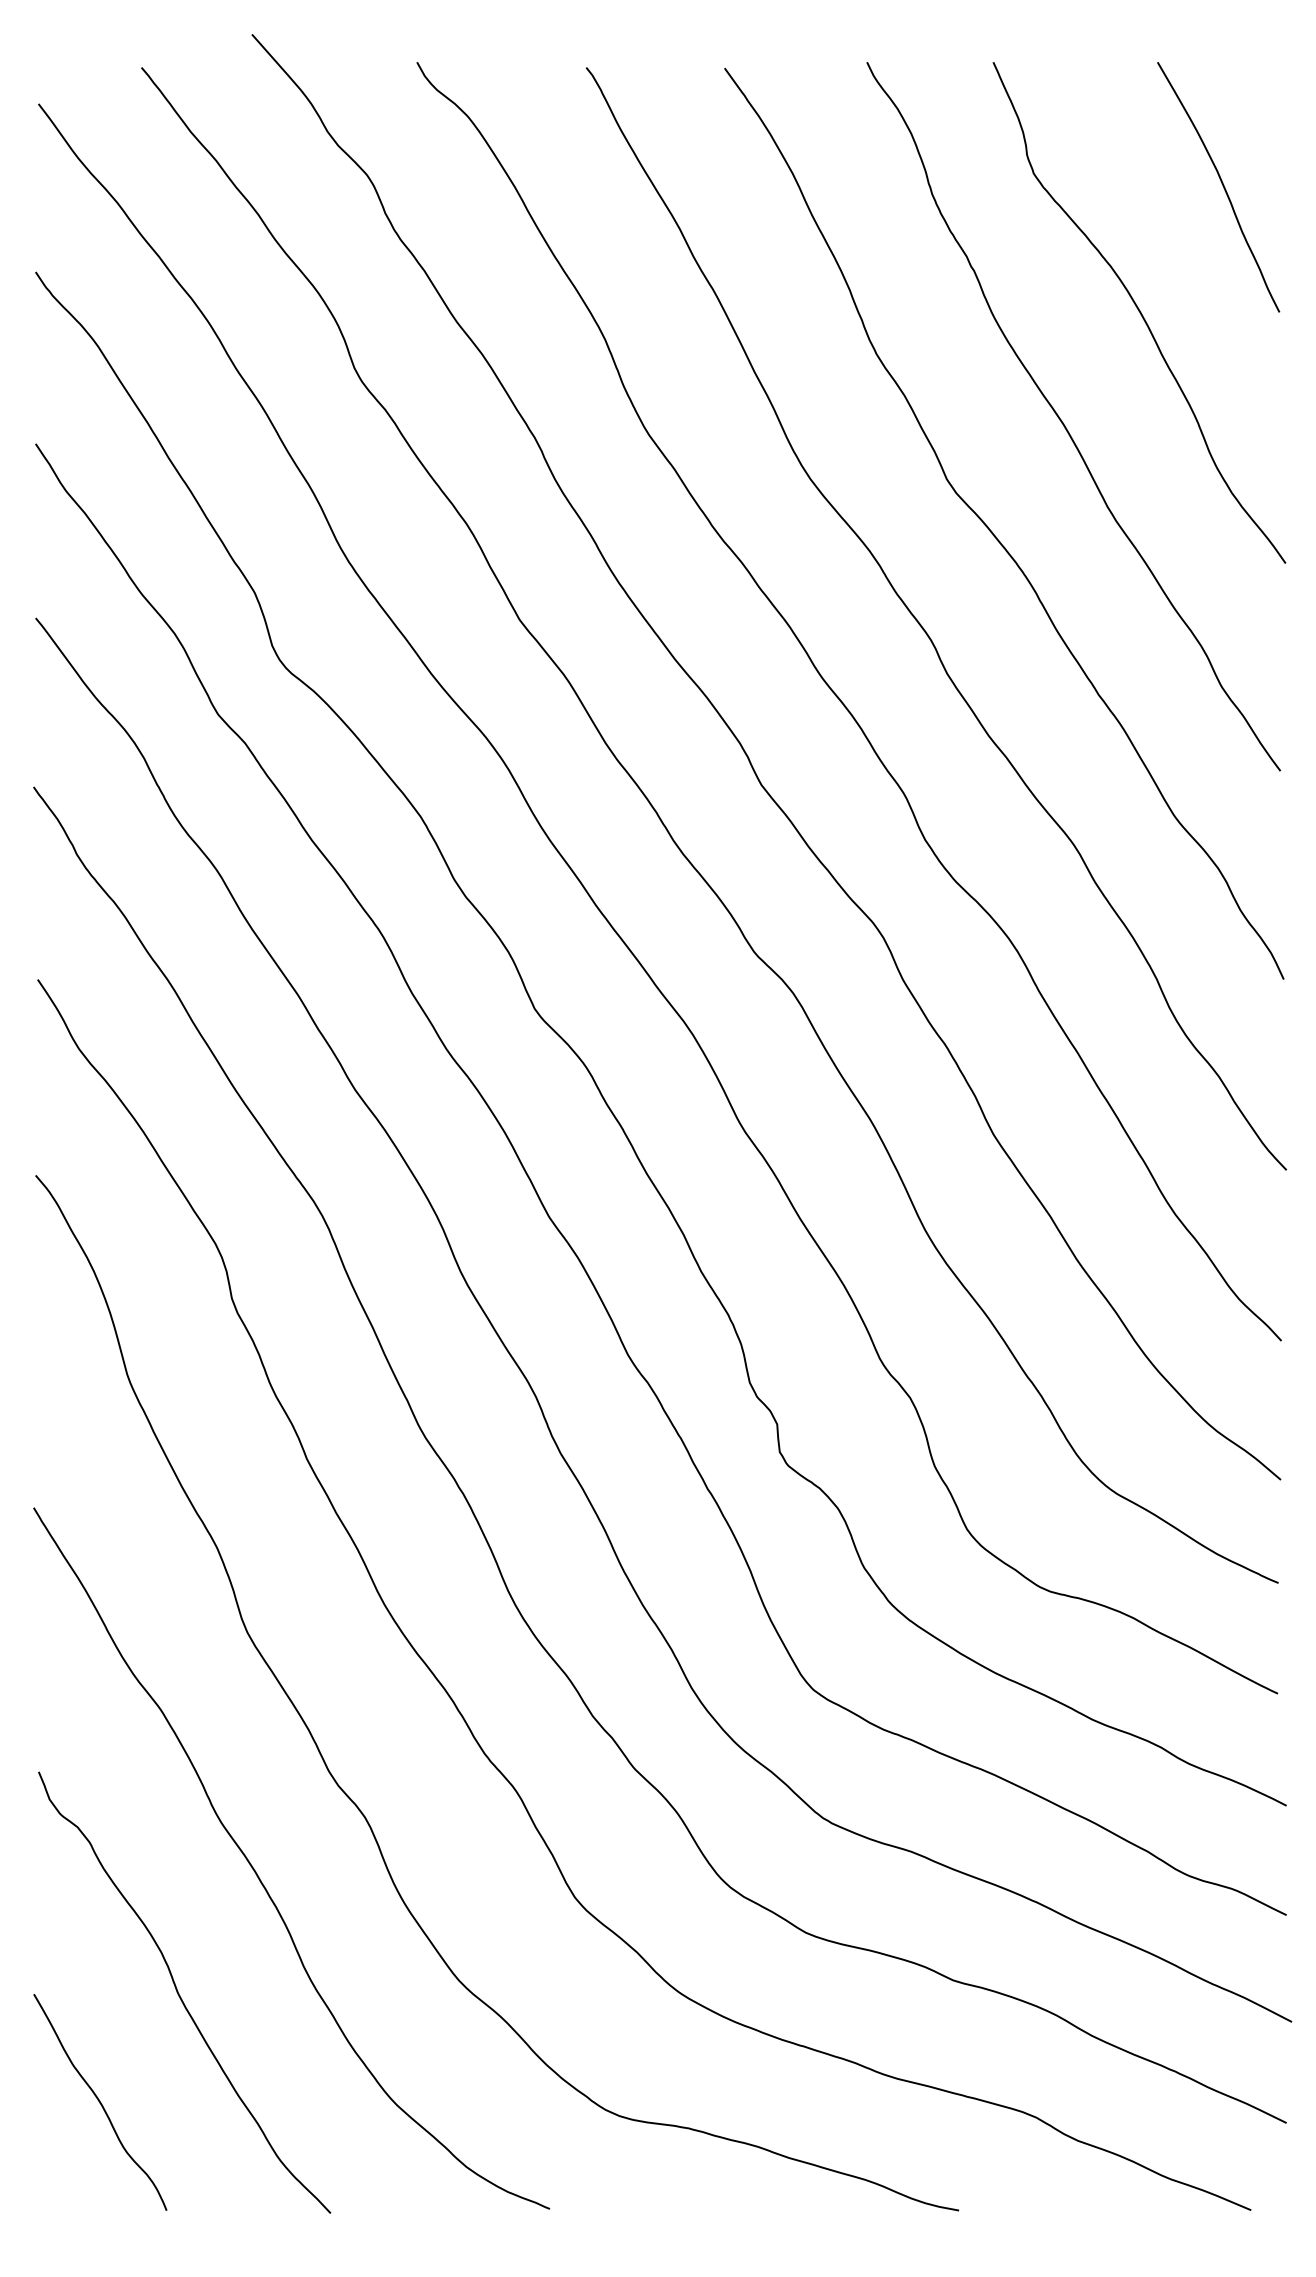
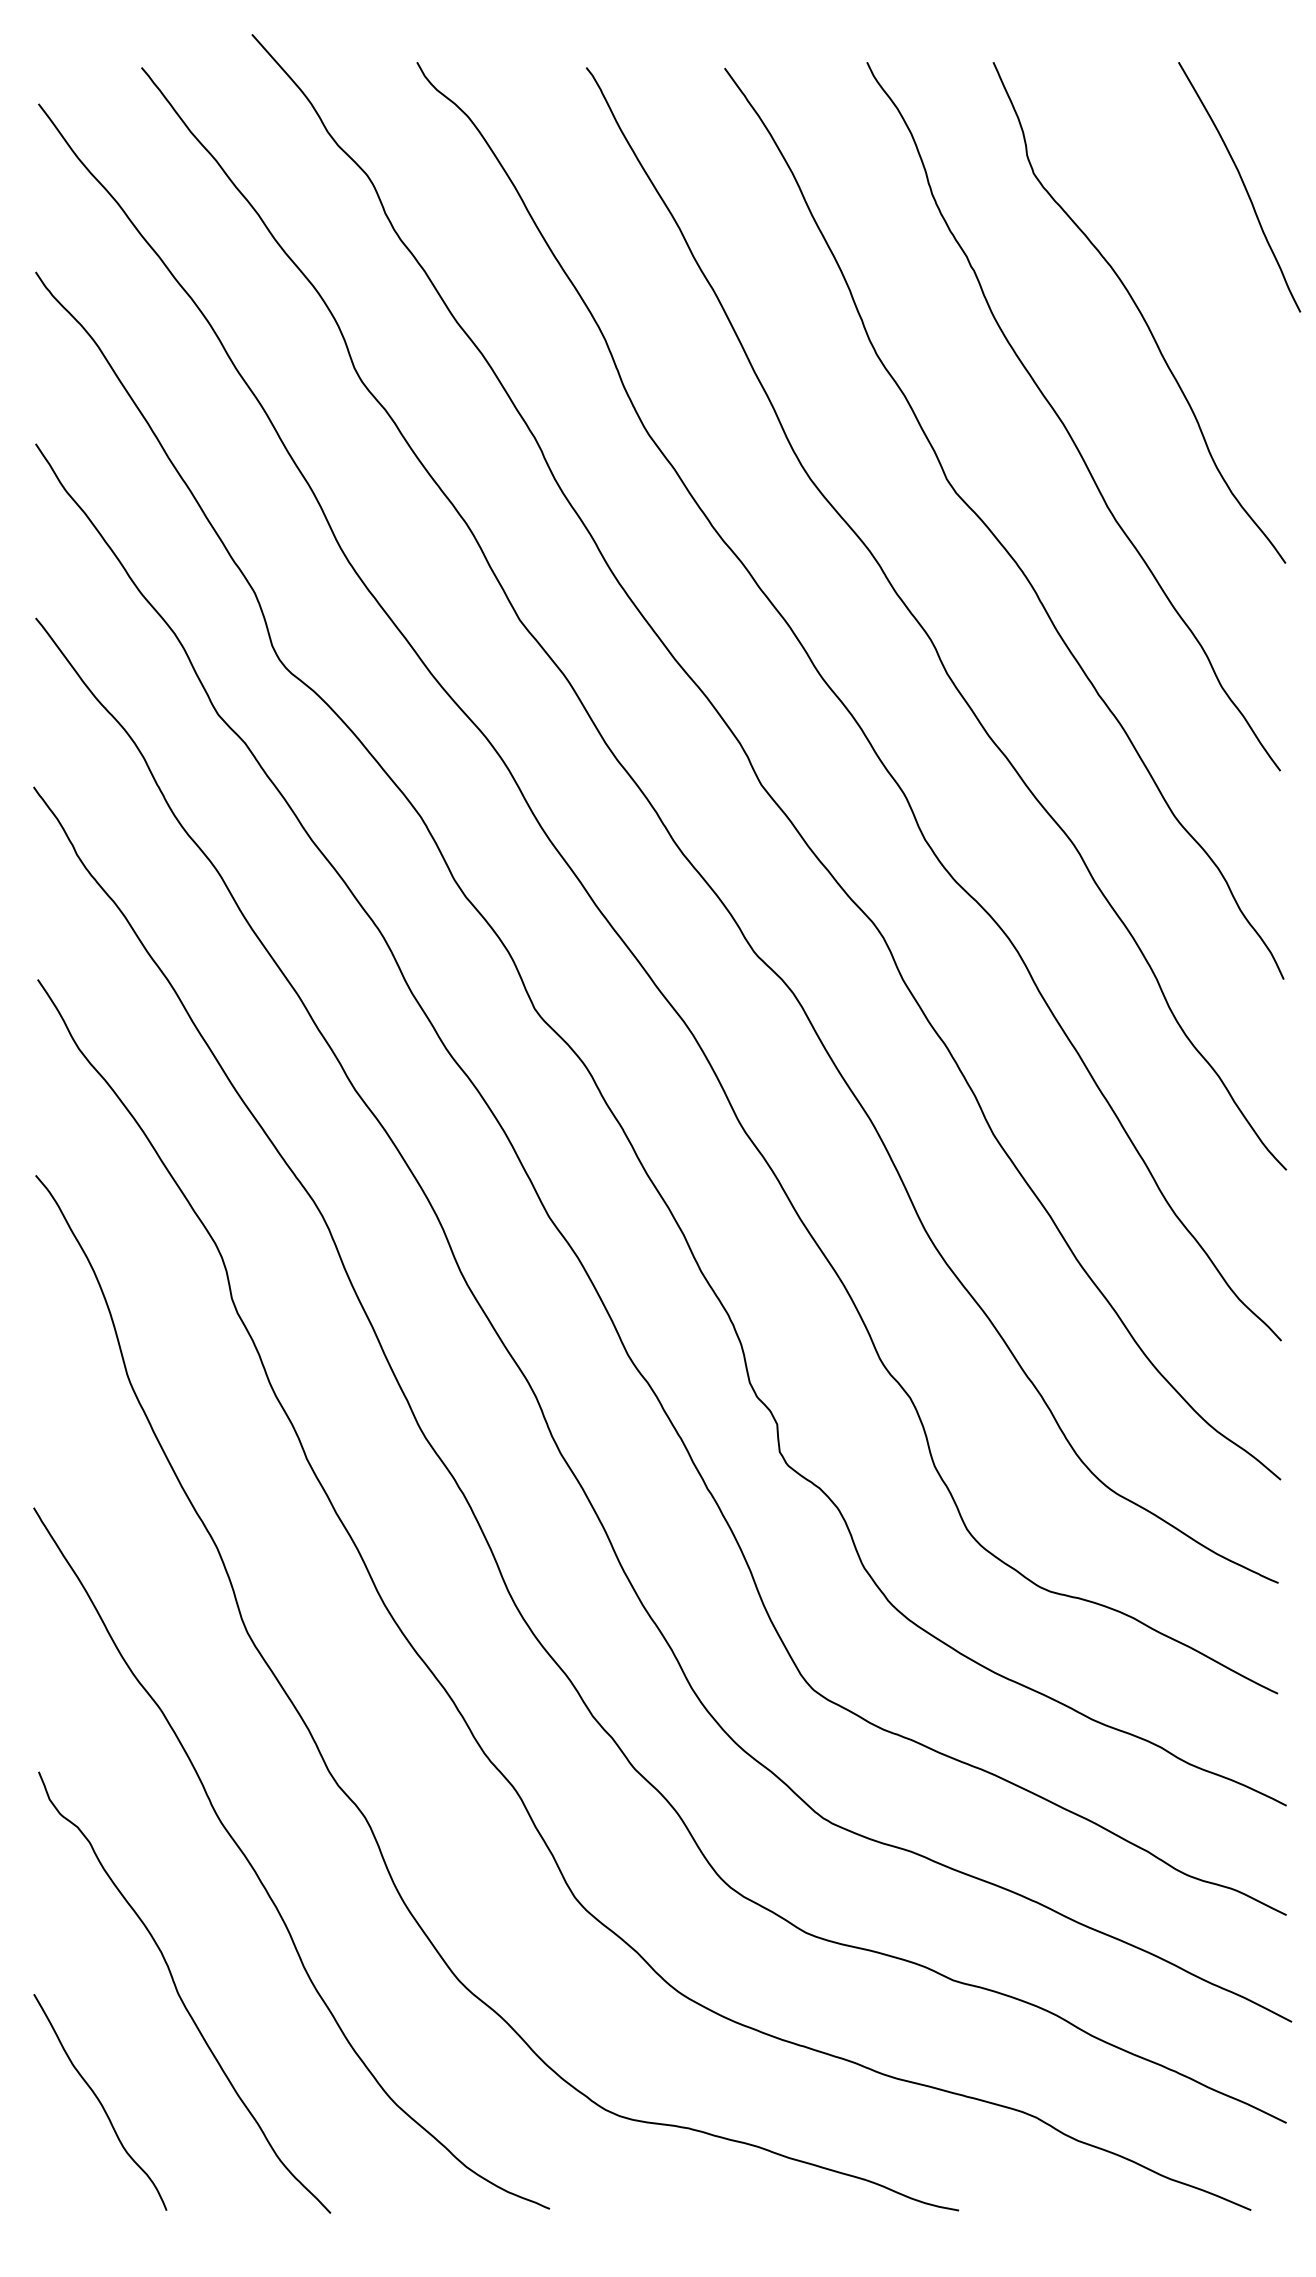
curve at (1222, 186) position: (1222, 186) -> (1243, 186)
